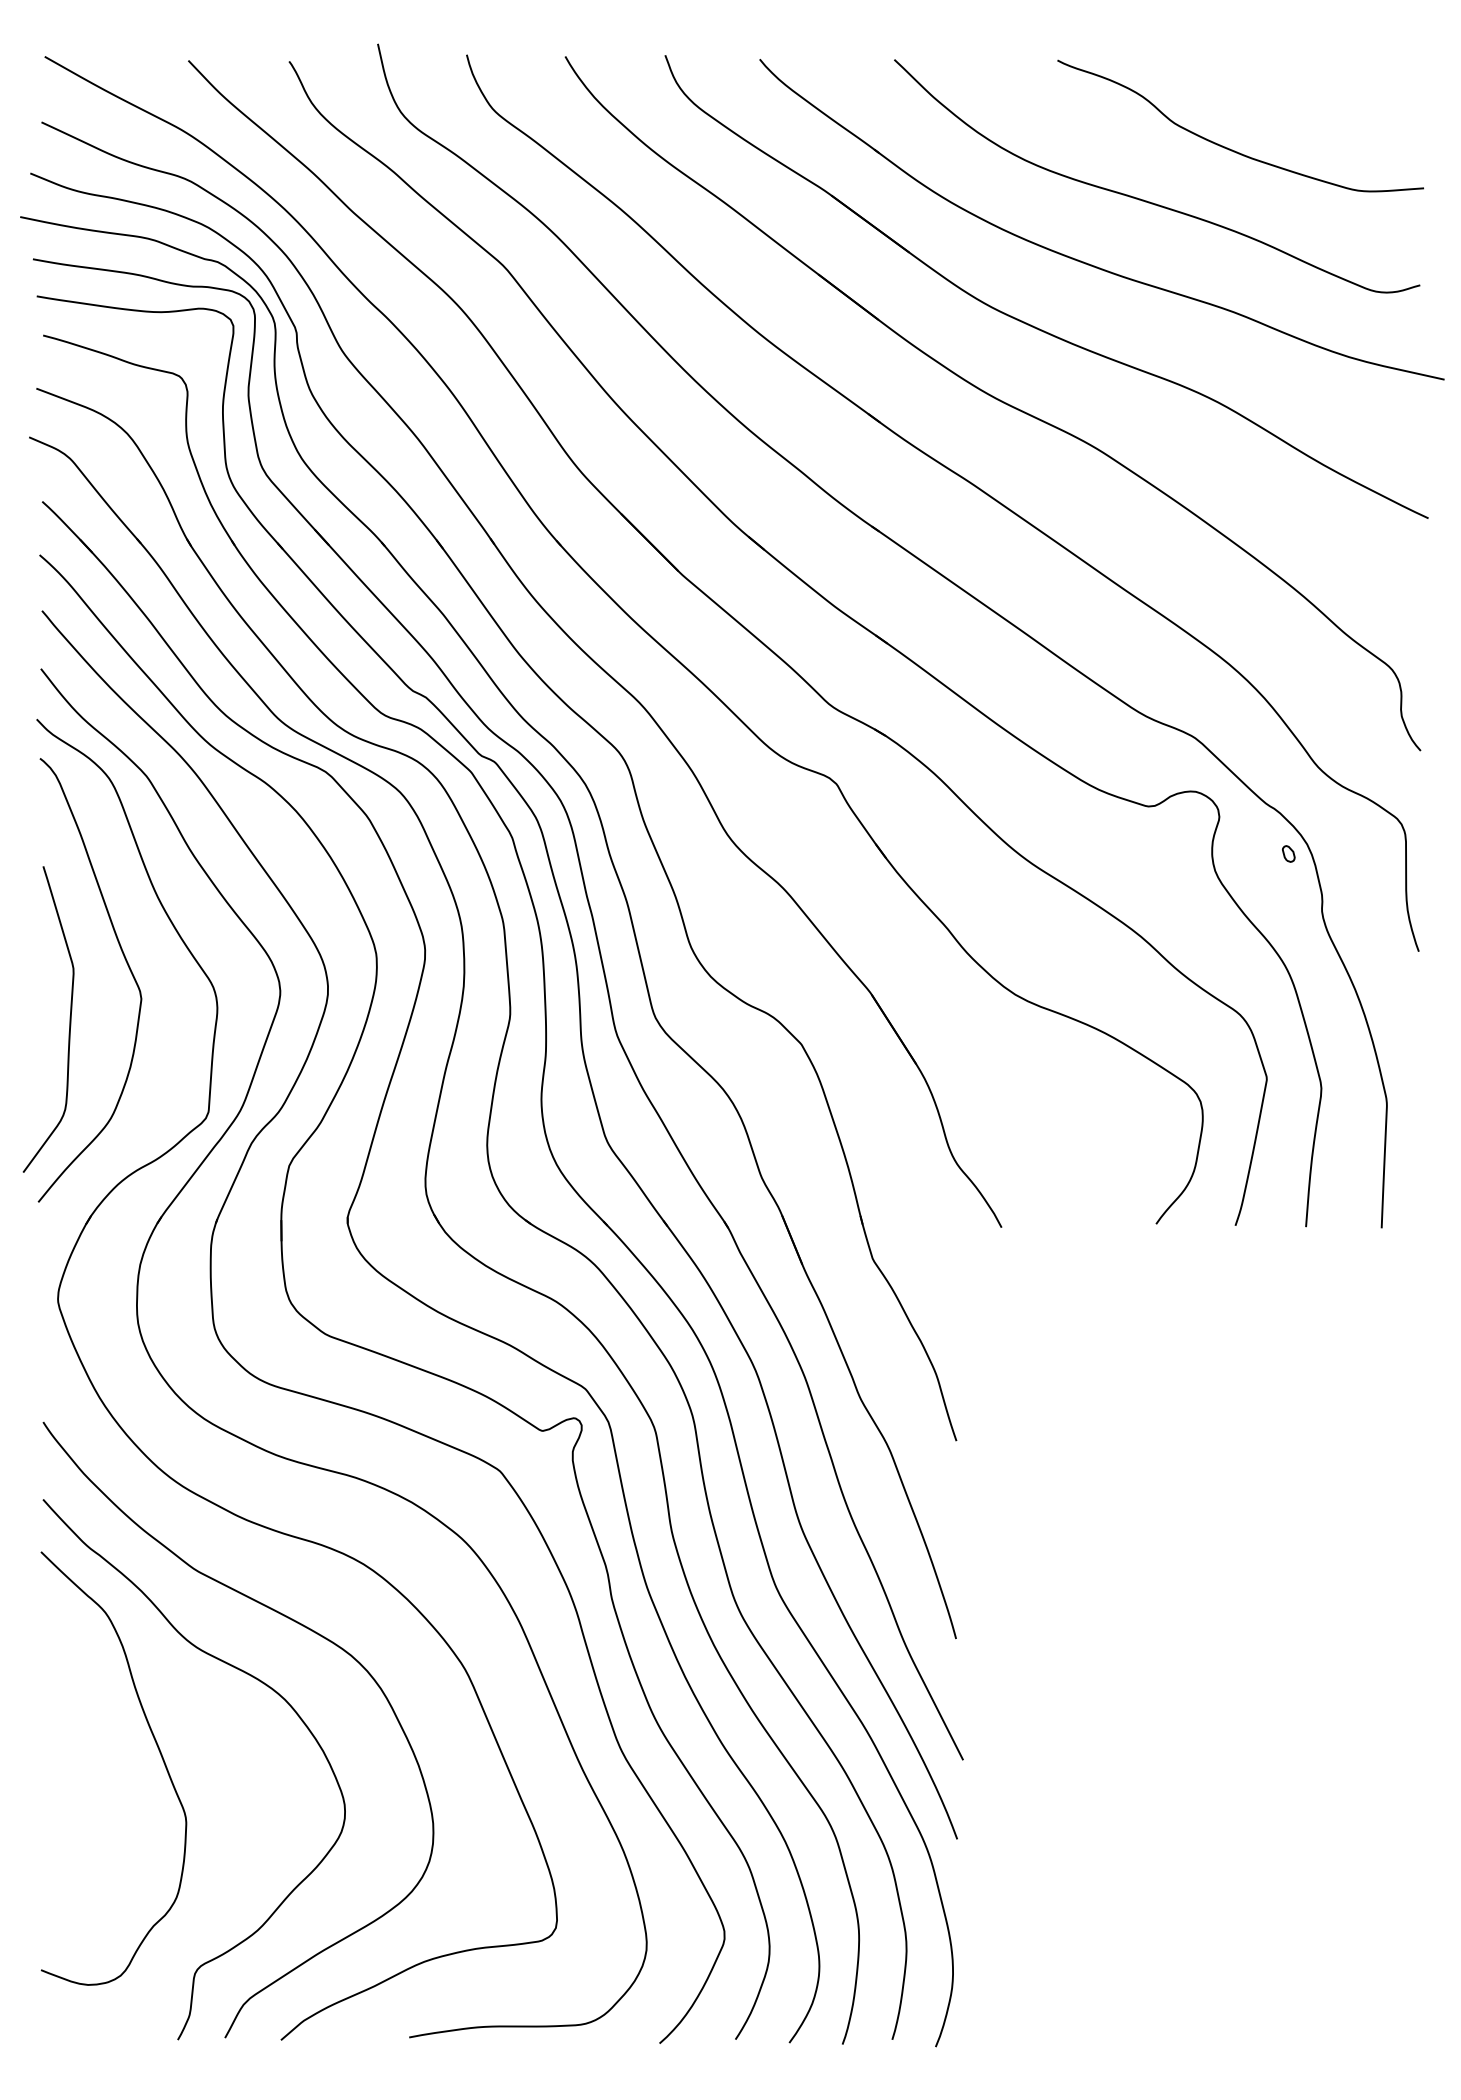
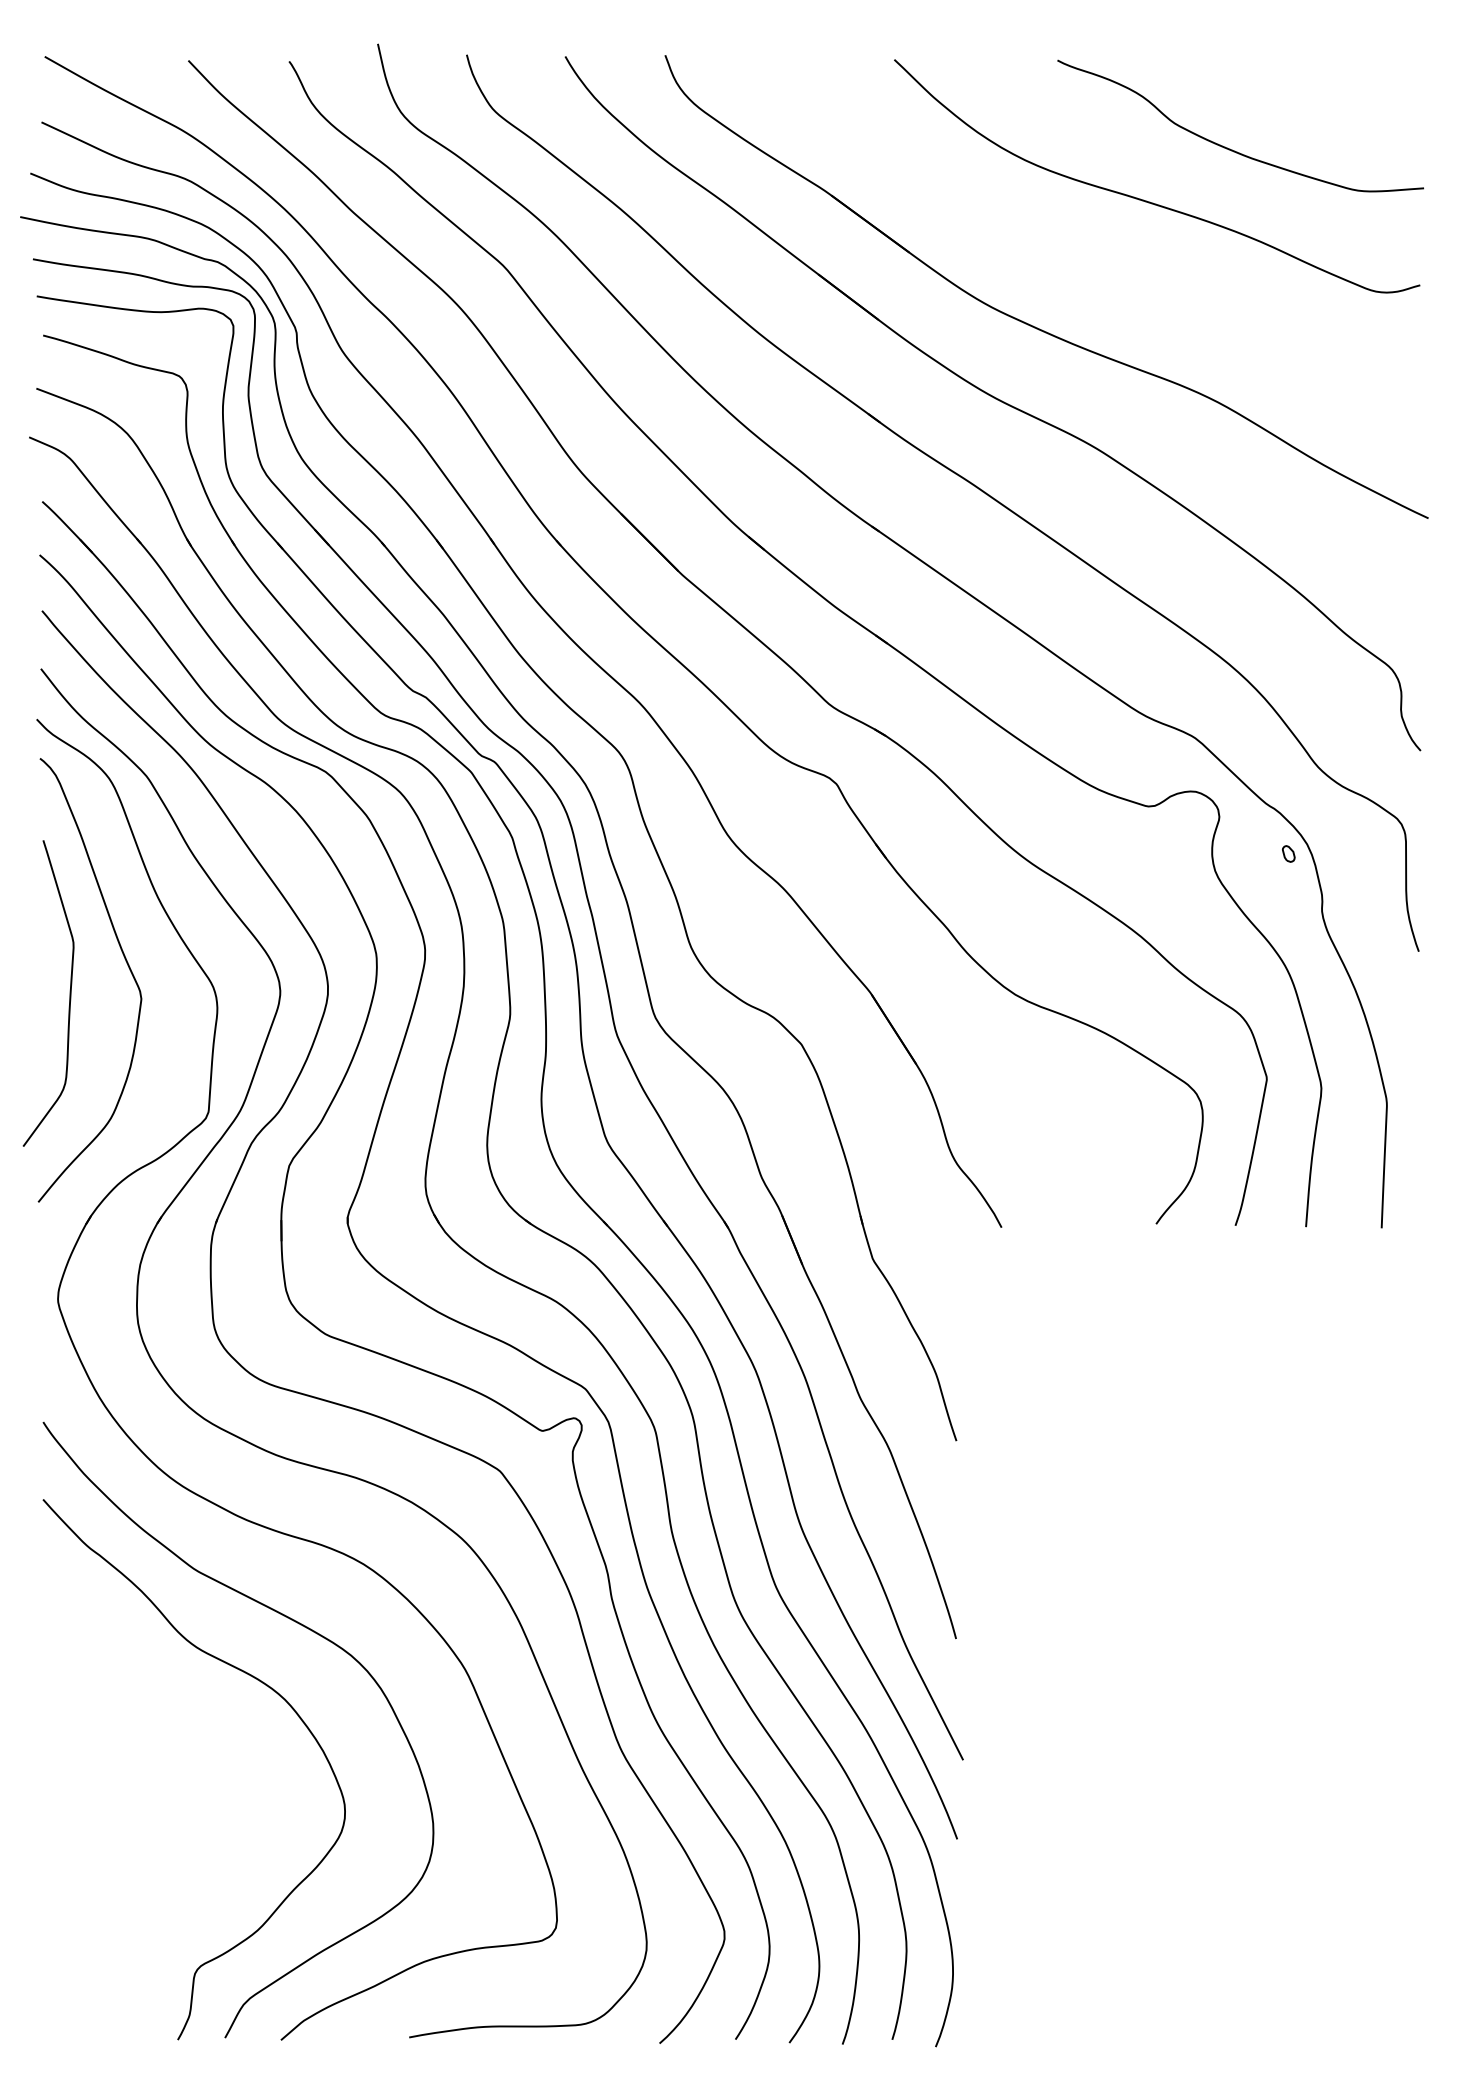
part at (1086, 262): present -> none
curve at (69, 1019) position: (69, 1019) -> (69, 993)
curve at (157, 1748): present -> none
